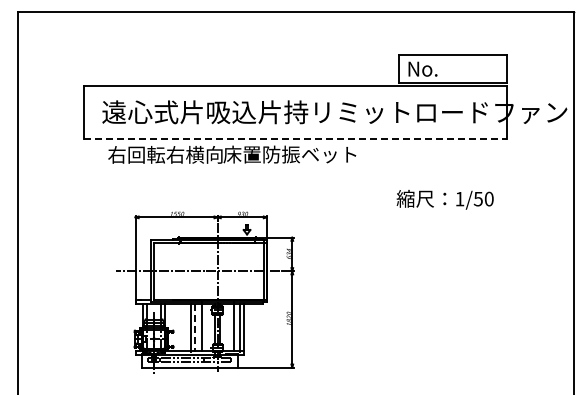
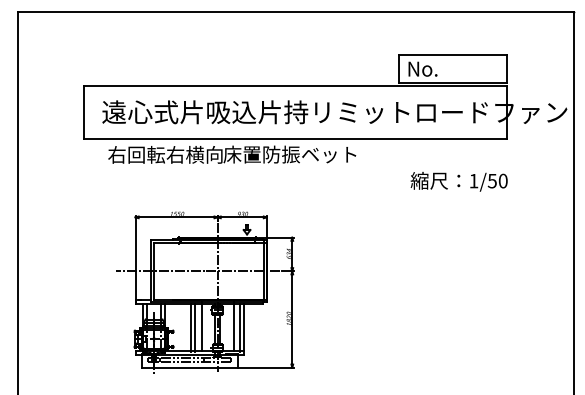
line at (295, 139): dashed -> solid
text at (444, 199) position: (444, 199) -> (458, 181)
line at (195, 328): dashed -> solid
